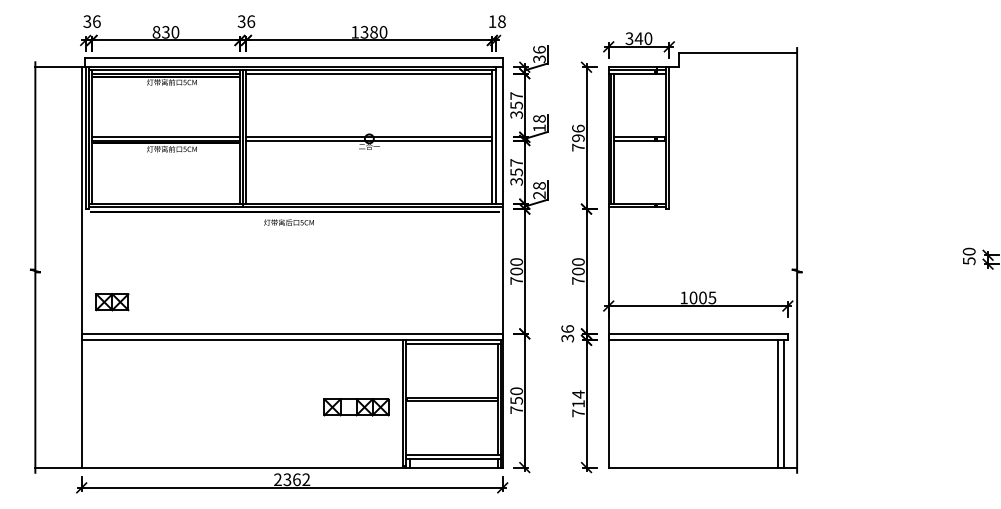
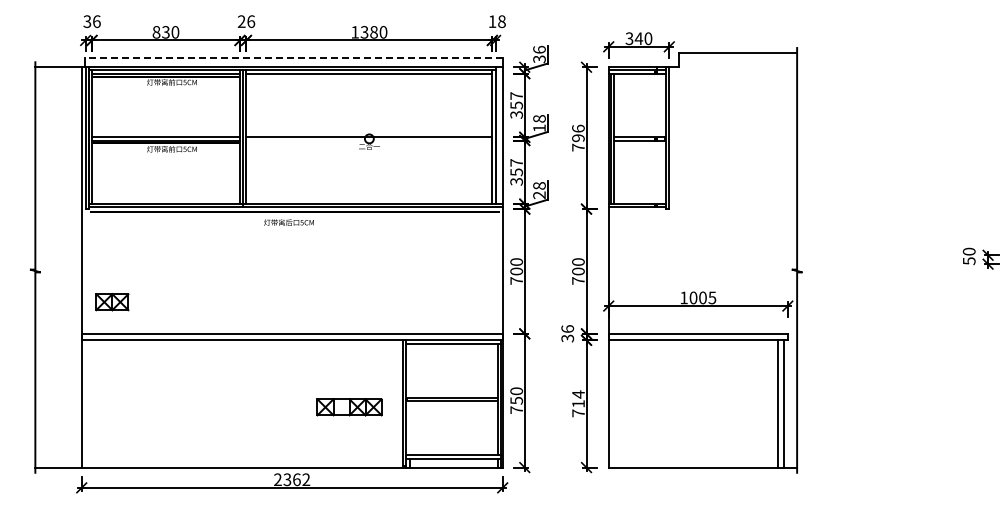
text at (241, 21): 36 -> 26
line at (293, 58): solid -> dashed
line at (369, 140): present -> none
part at (356, 407) position: (356, 407) -> (349, 407)
